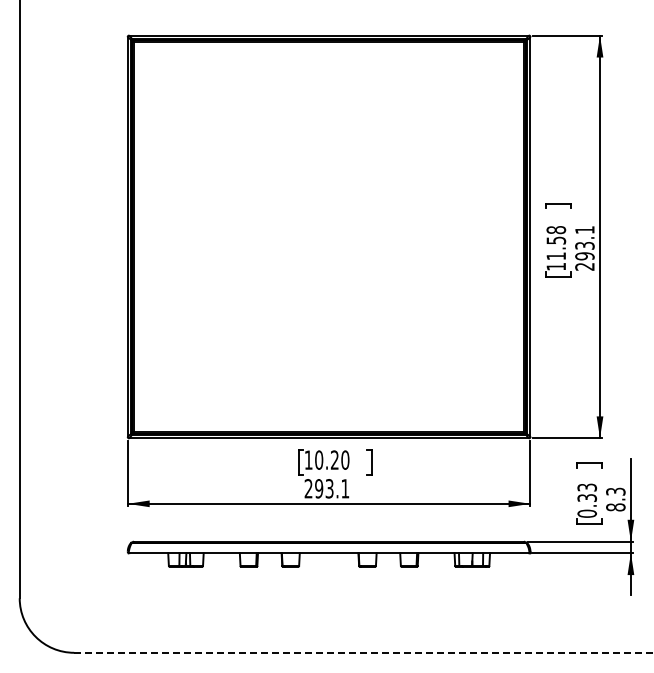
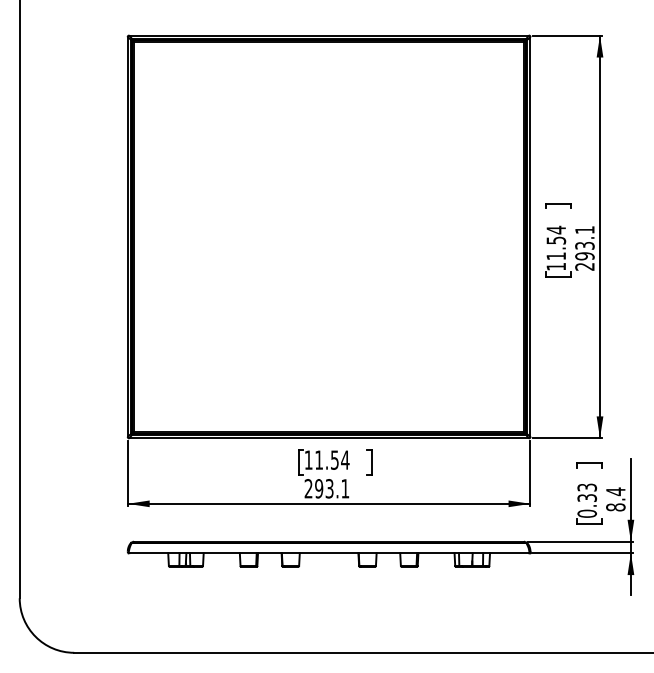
text at (556, 229): 11.58 -> 11.54
text at (332, 459): 10.20 -> 11.54
text at (615, 491): 8.3 -> 8.4
line at (364, 652): dashed -> solid
